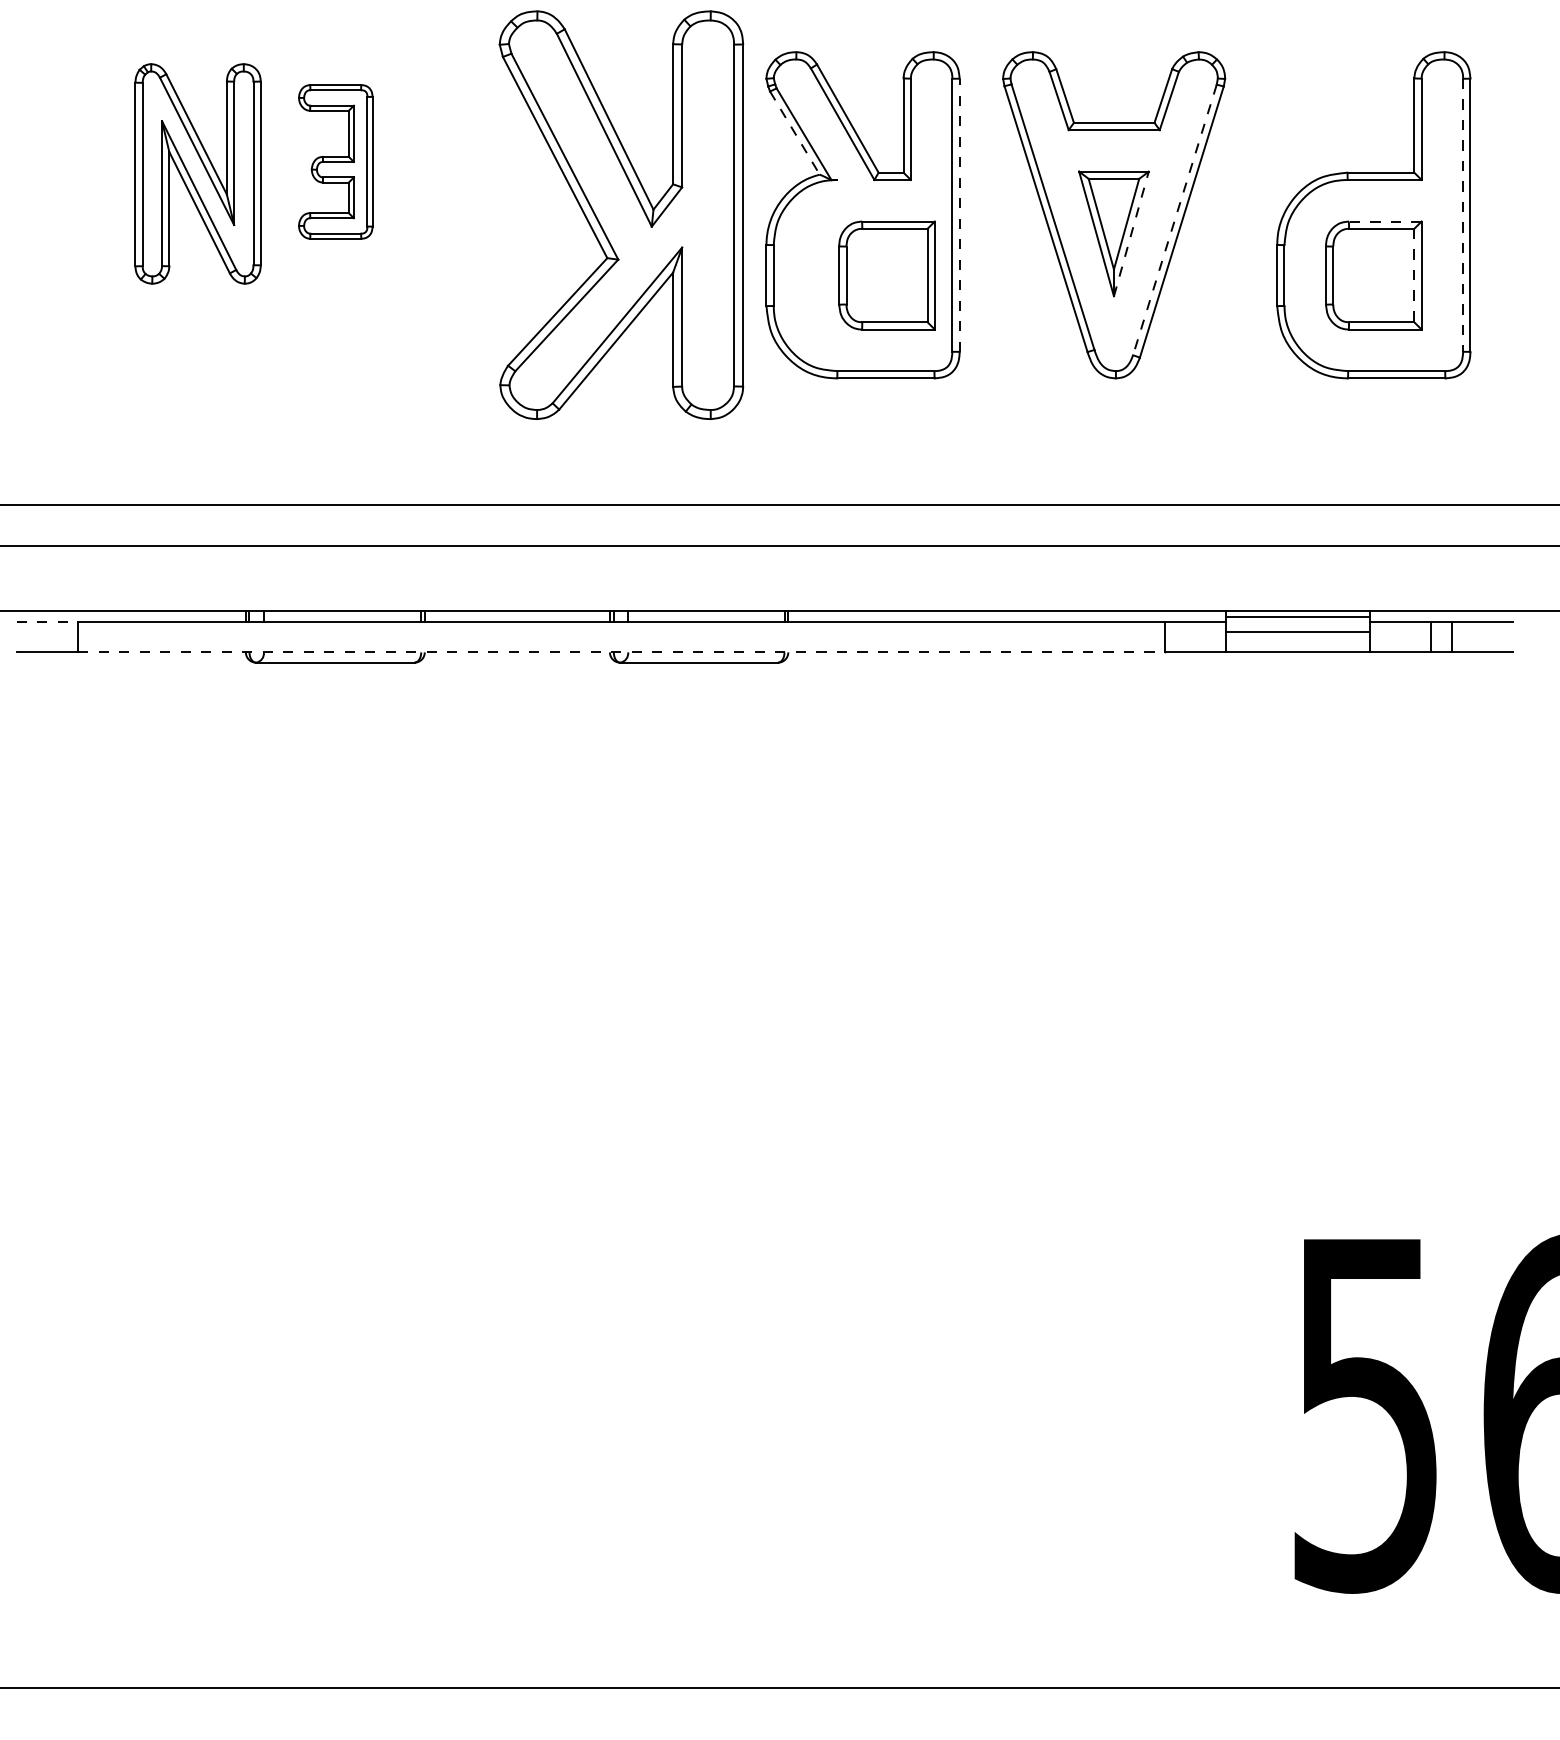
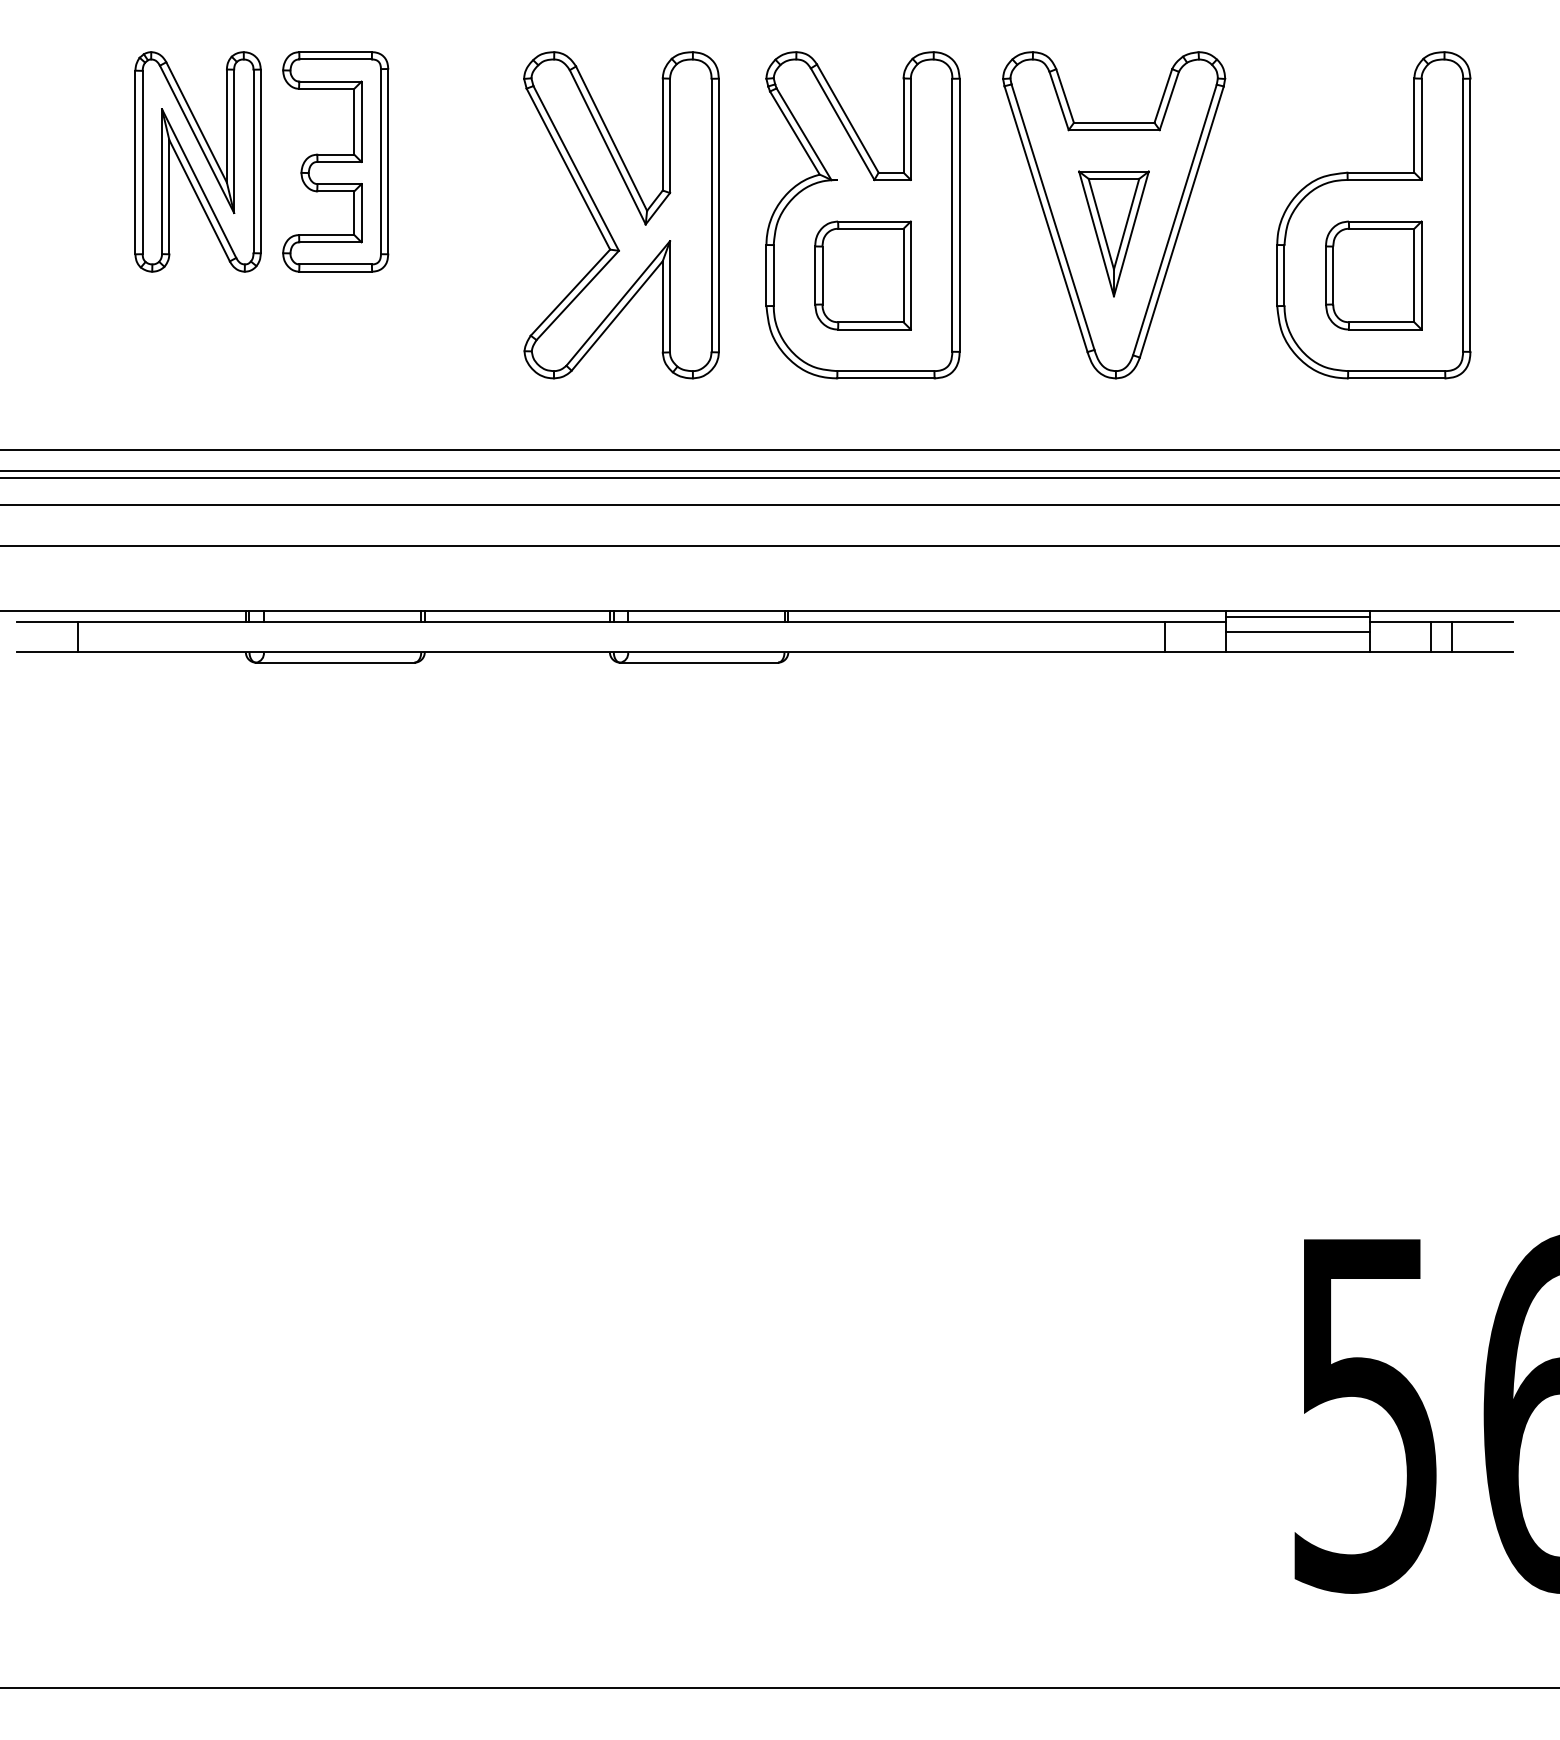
line at (795, 133): dashed -> solid
part at (335, 161) size: 76x156 px -> 108x222 px
part at (197, 173) position: (197, 173) -> (197, 161)
part at (621, 214) size: 247x410 px -> 197x329 px
line at (959, 215): dashed -> solid
line at (1463, 215): dashed -> solid
line at (1174, 220): dashed -> solid
line at (1384, 221): dashed -> solid
line at (1131, 234): dashed -> solid
part at (886, 275) position: (886, 275) -> (862, 275)
line at (1414, 275): dashed -> solid
line at (779, 450): none -> present
line at (779, 470): none -> present
line at (779, 478): none -> present
line at (47, 621): dashed -> solid
line at (621, 652): dashed -> solid
